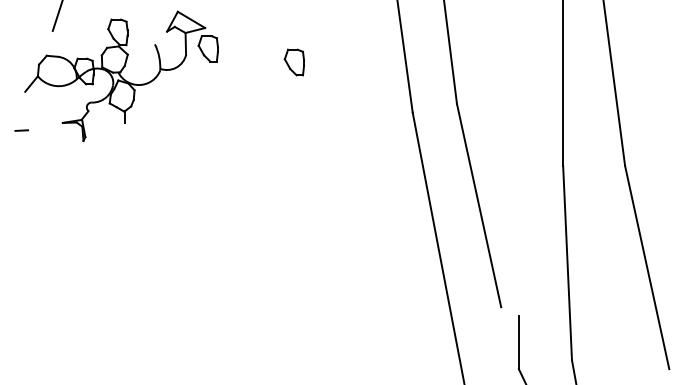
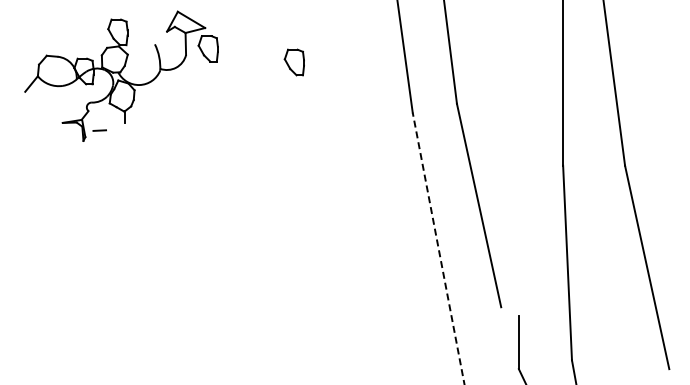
line at (57, 16): present -> none
line at (21, 130) position: (21, 130) -> (99, 130)
line at (438, 247): solid -> dashed
